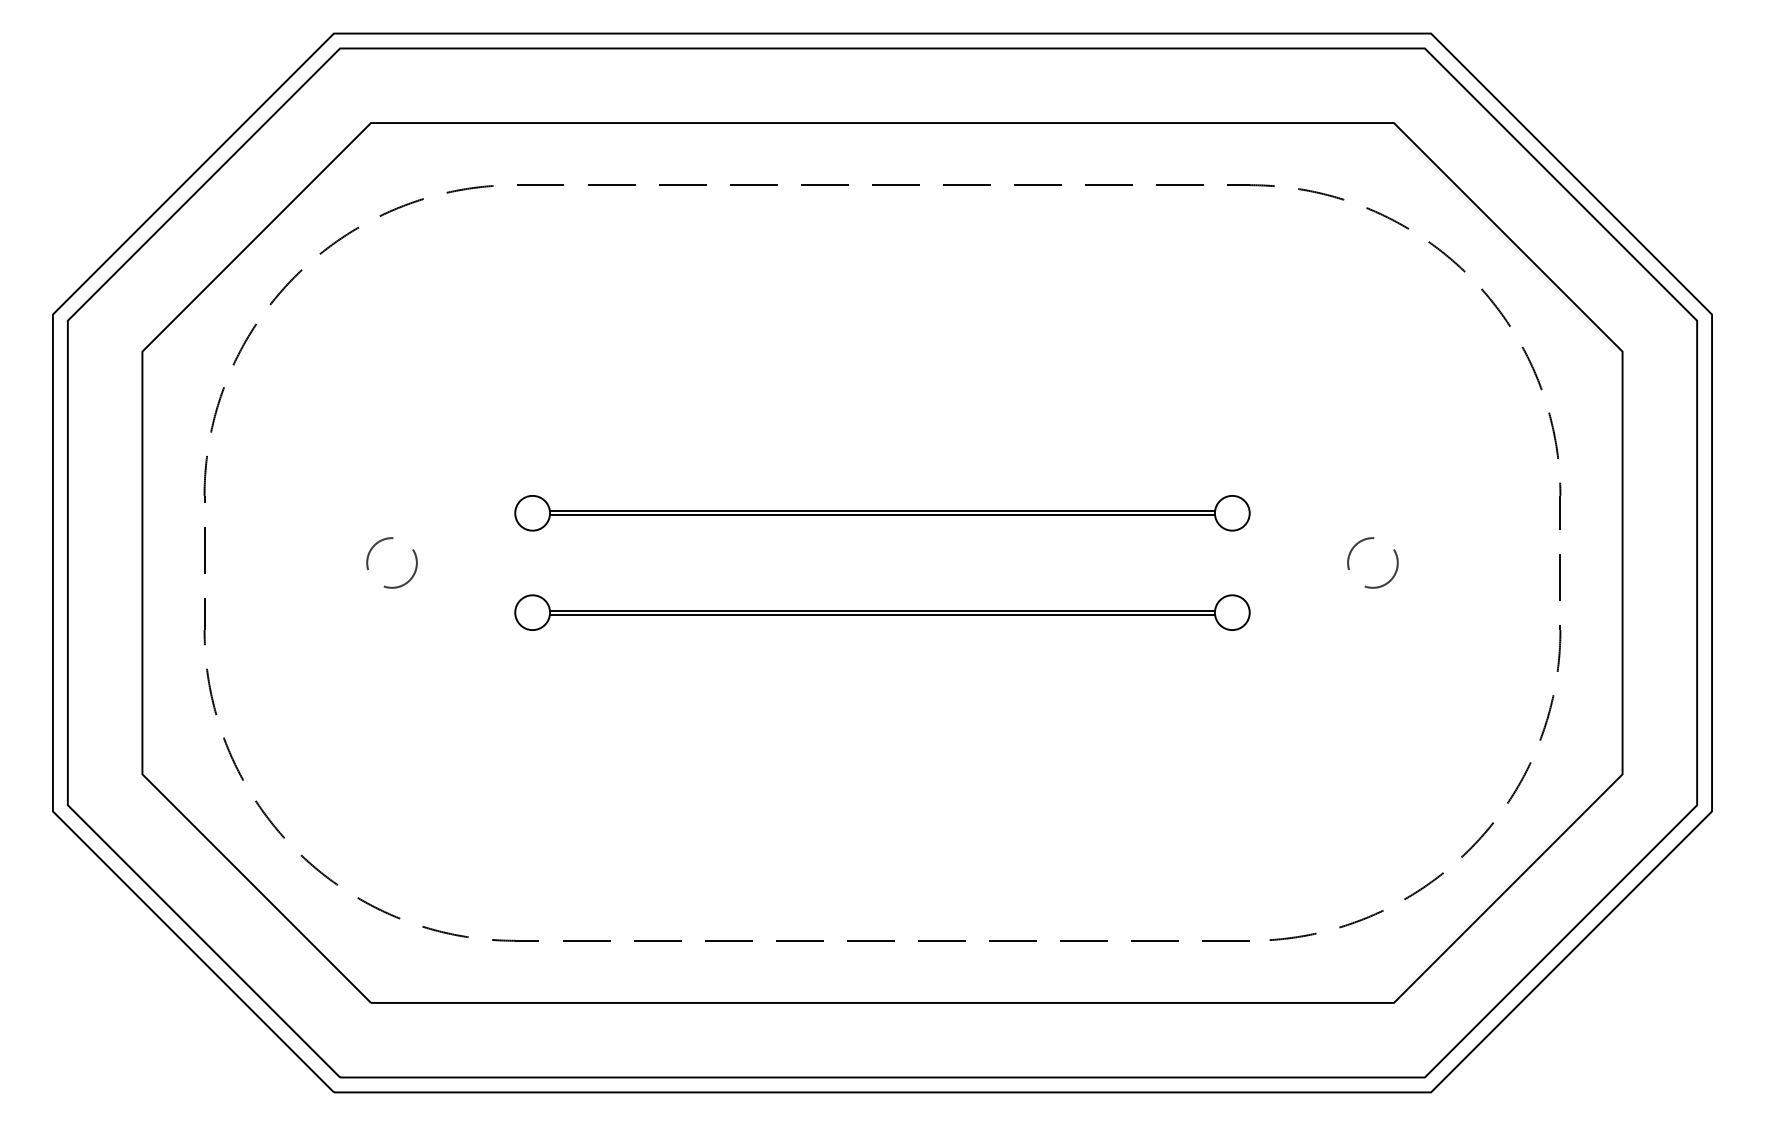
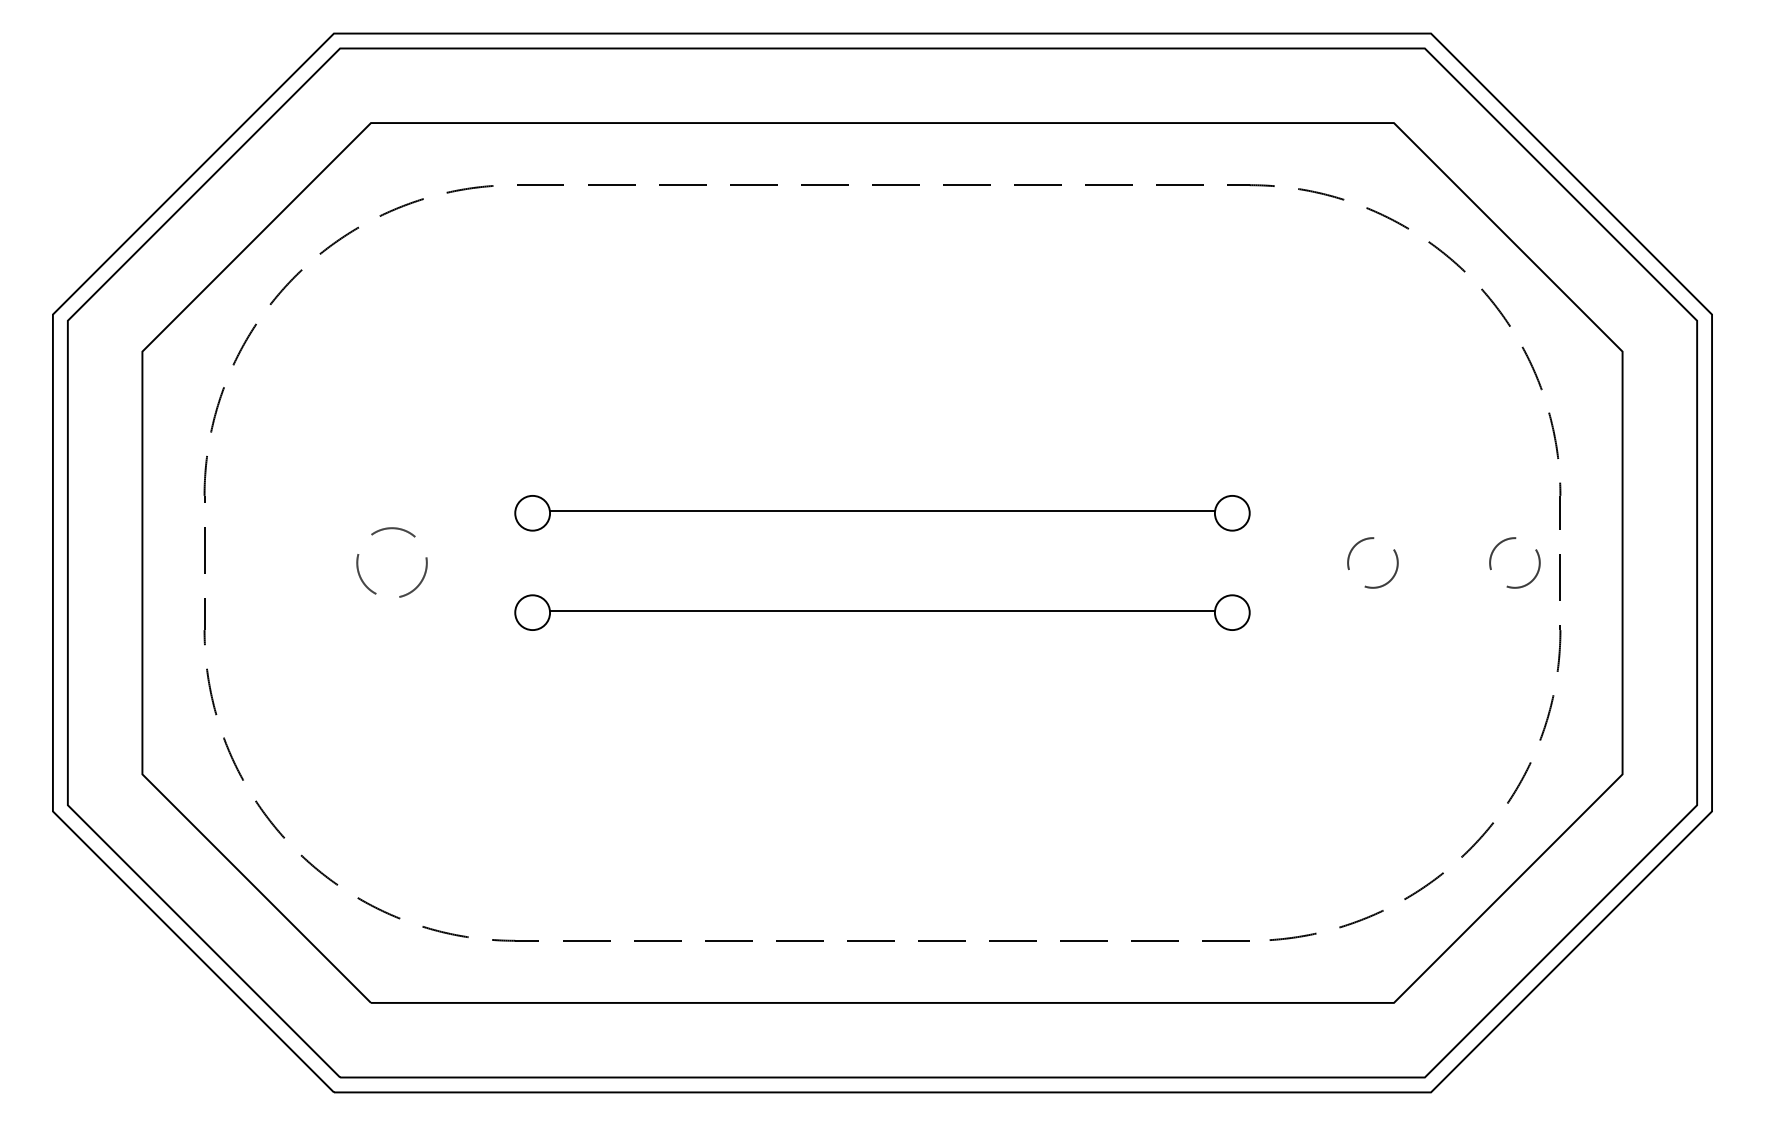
line at (882, 515): present -> none
circle at (391, 562) size: 52x52 px -> 72x71 px
circle at (1514, 562): none -> present
line at (882, 614): present -> none
